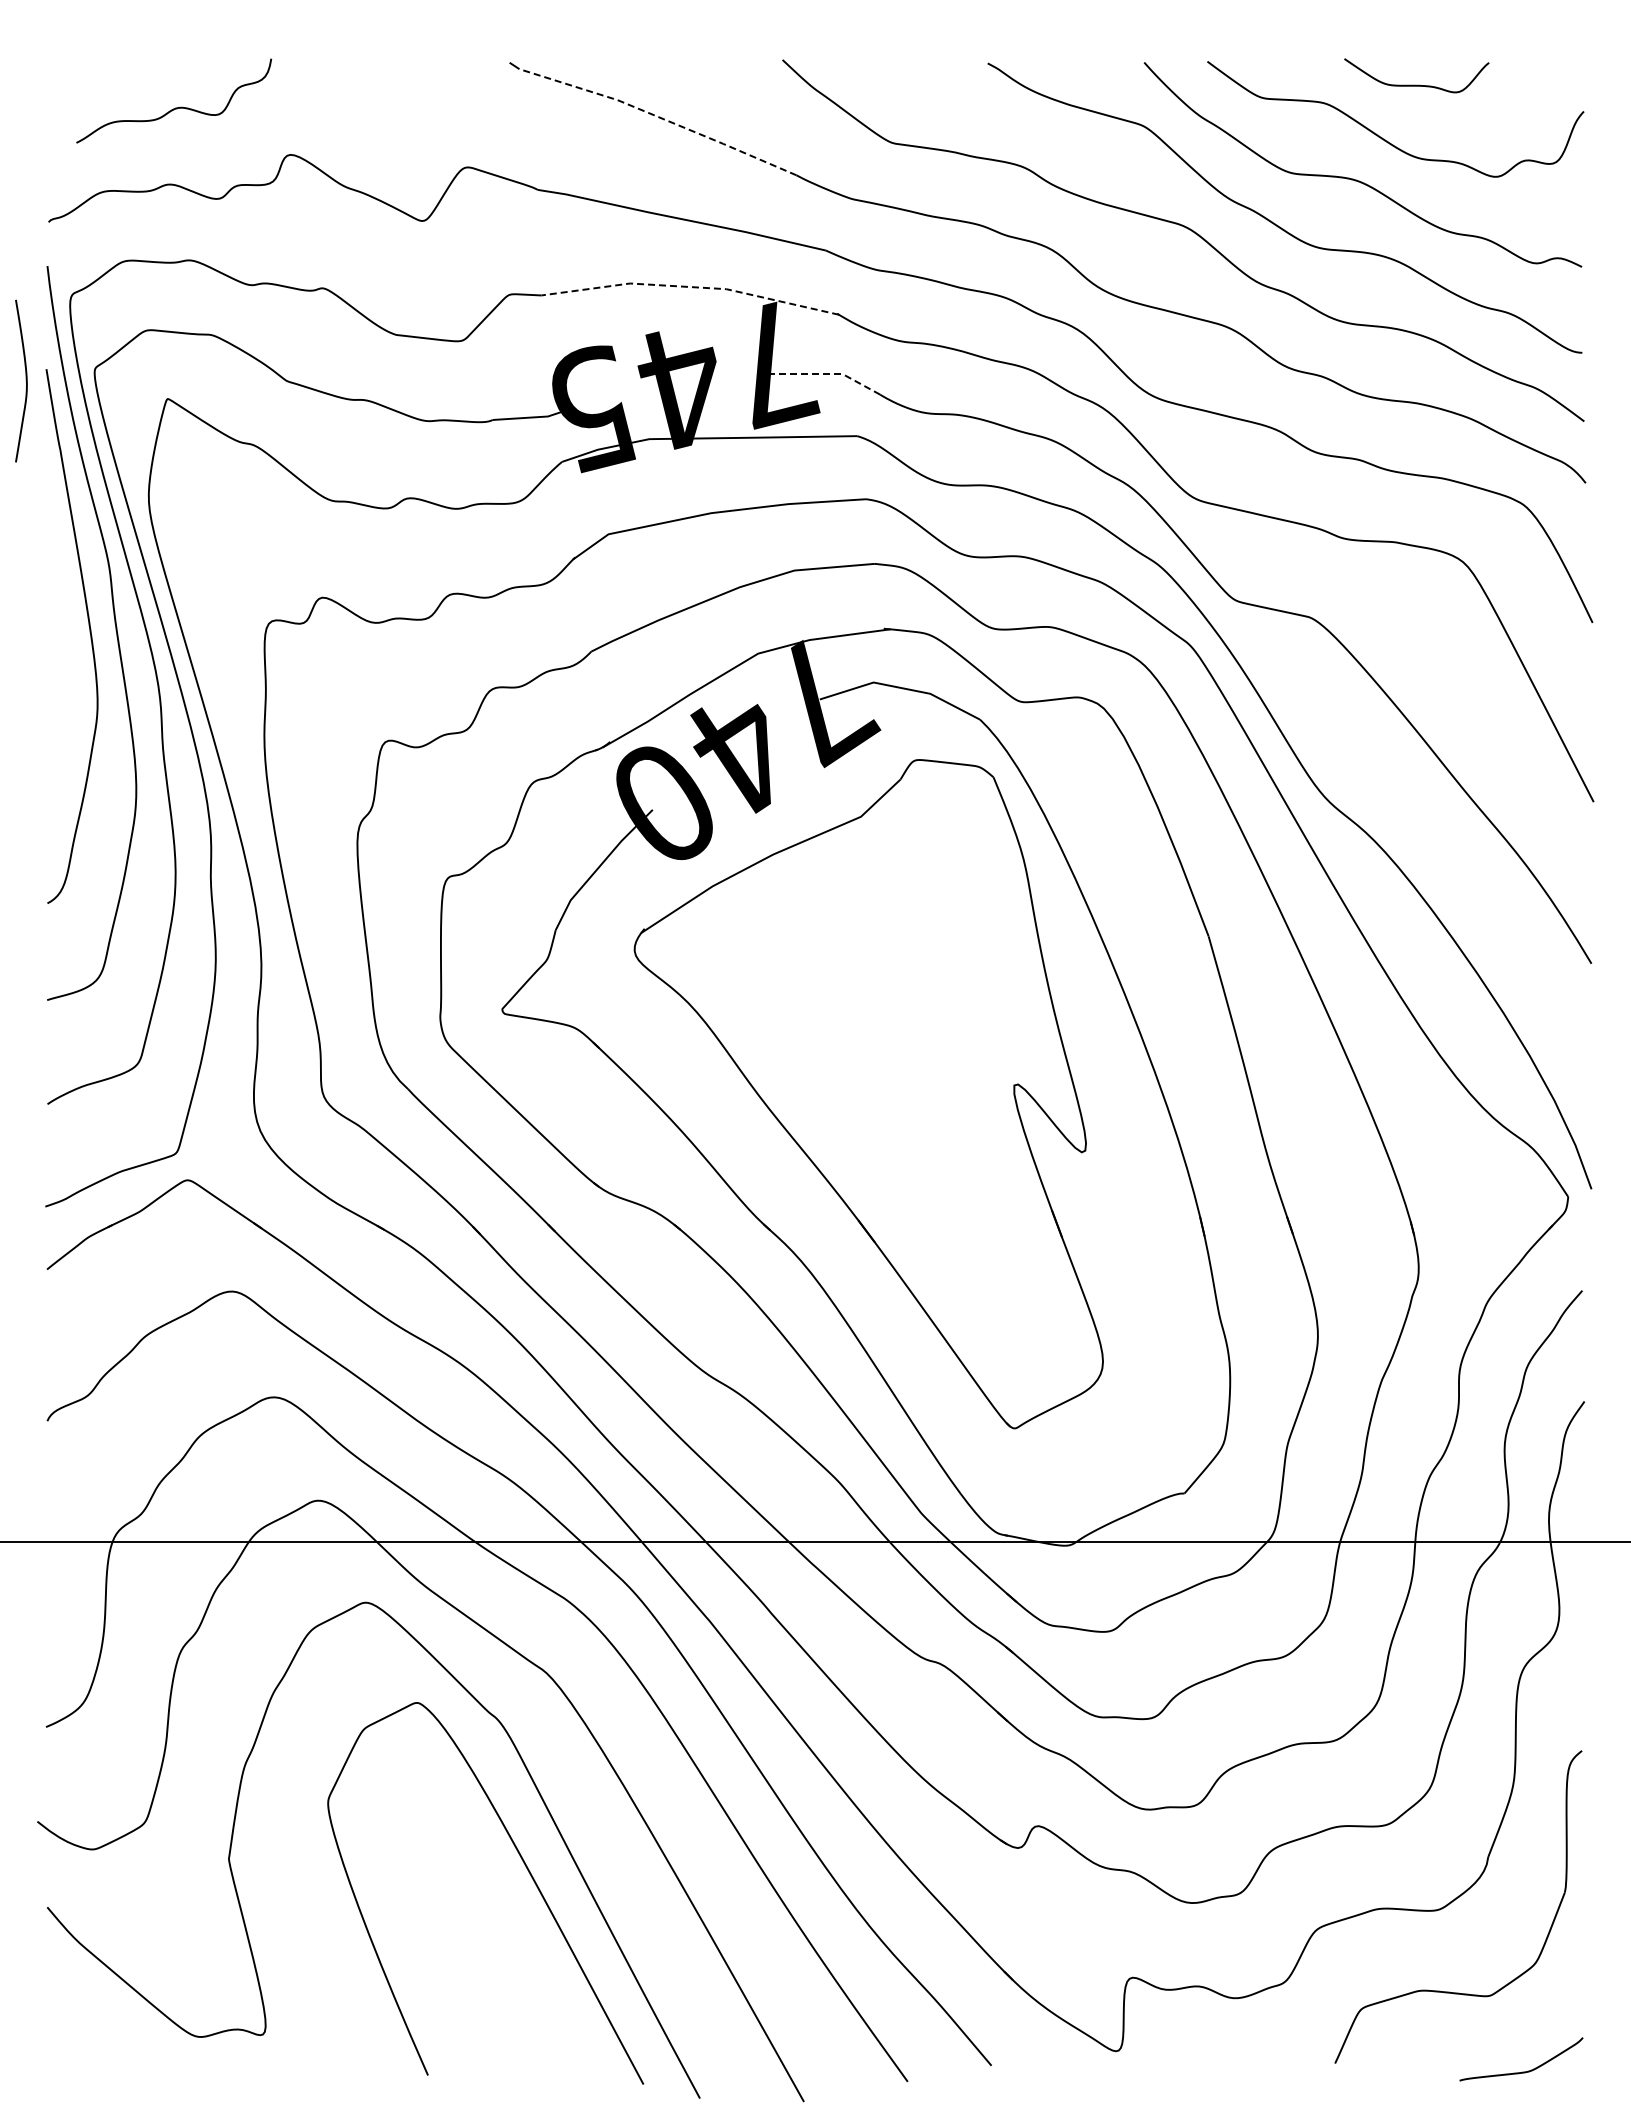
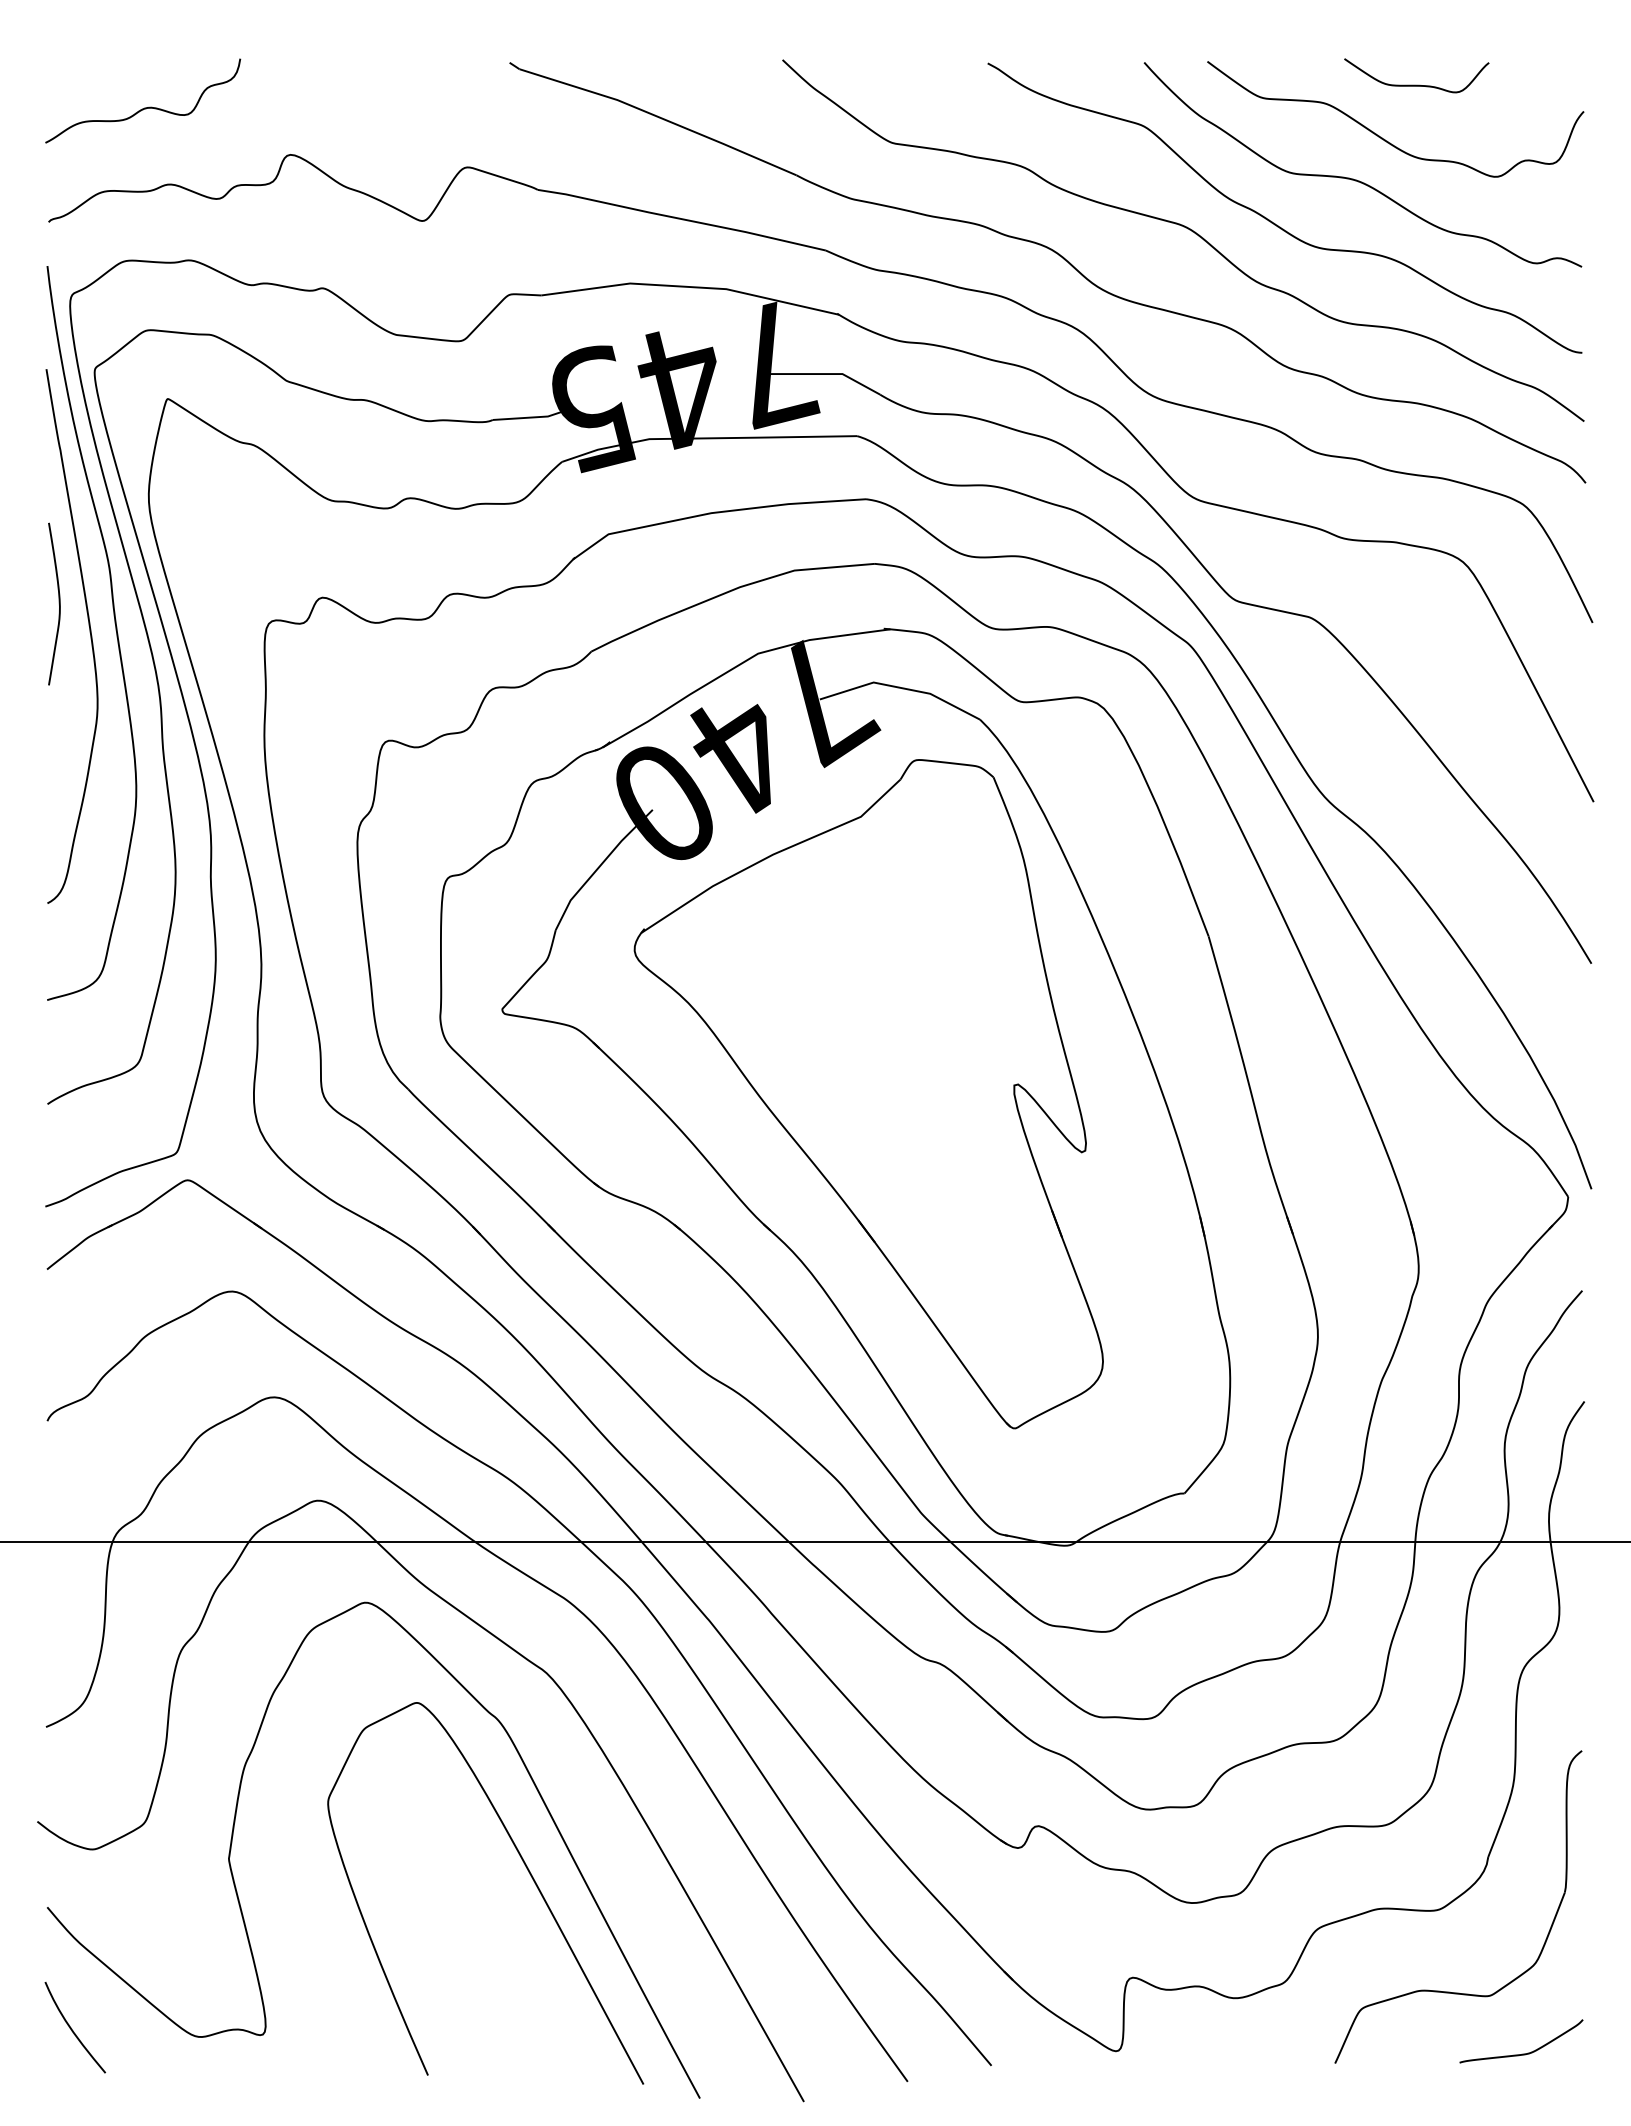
curve at (175, 107) position: (175, 107) -> (144, 107)
line at (659, 117): dashed -> solid
line at (690, 287): dashed -> solid
line at (827, 374): dashed -> solid
curve at (25, 380) position: (25, 380) -> (58, 603)
curve at (72, 2029): none -> present
curve at (1522, 2071) position: (1522, 2071) -> (1522, 2053)
